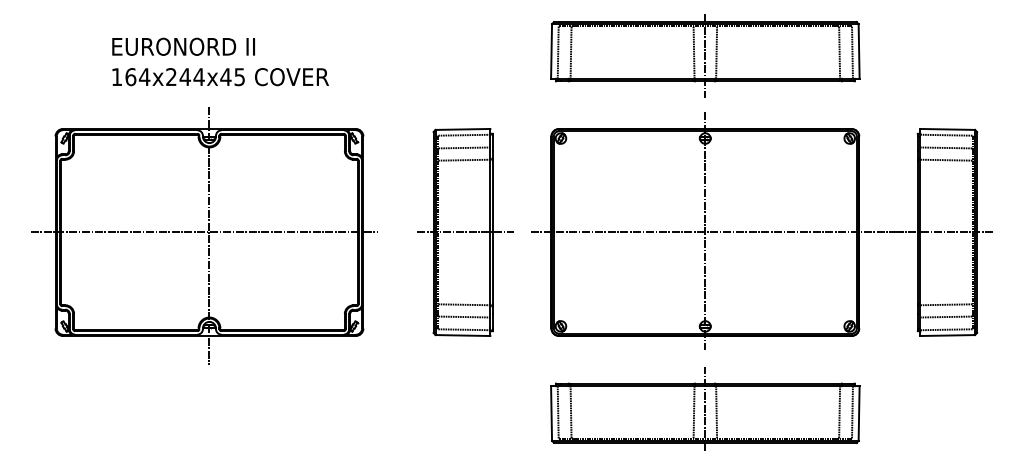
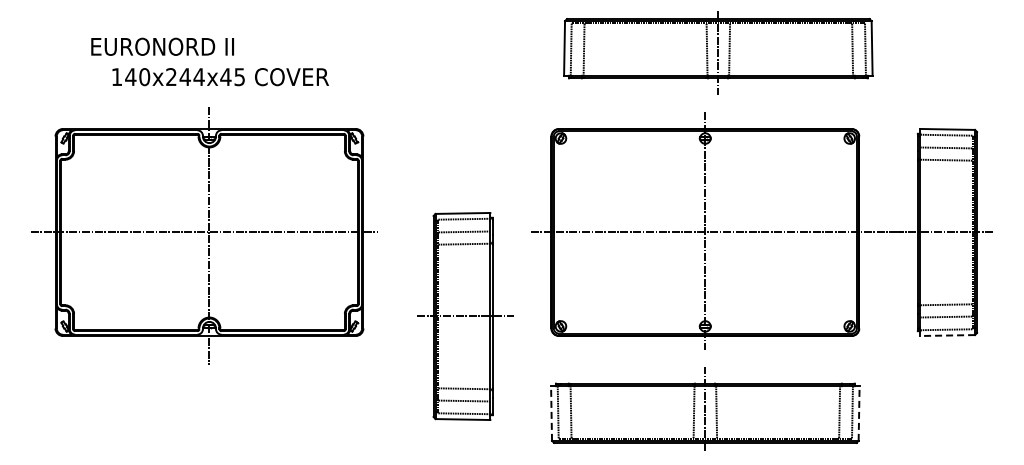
text at (183, 46) position: (183, 46) -> (162, 46)
part at (705, 55) position: (705, 55) -> (718, 52)
text at (137, 77): 164x244x45 -> 140x244x45
part at (465, 232) position: (465, 232) -> (465, 316)
line at (947, 335): solid -> dashed
line at (551, 413): solid -> dashed
line at (859, 413): solid -> dashed
